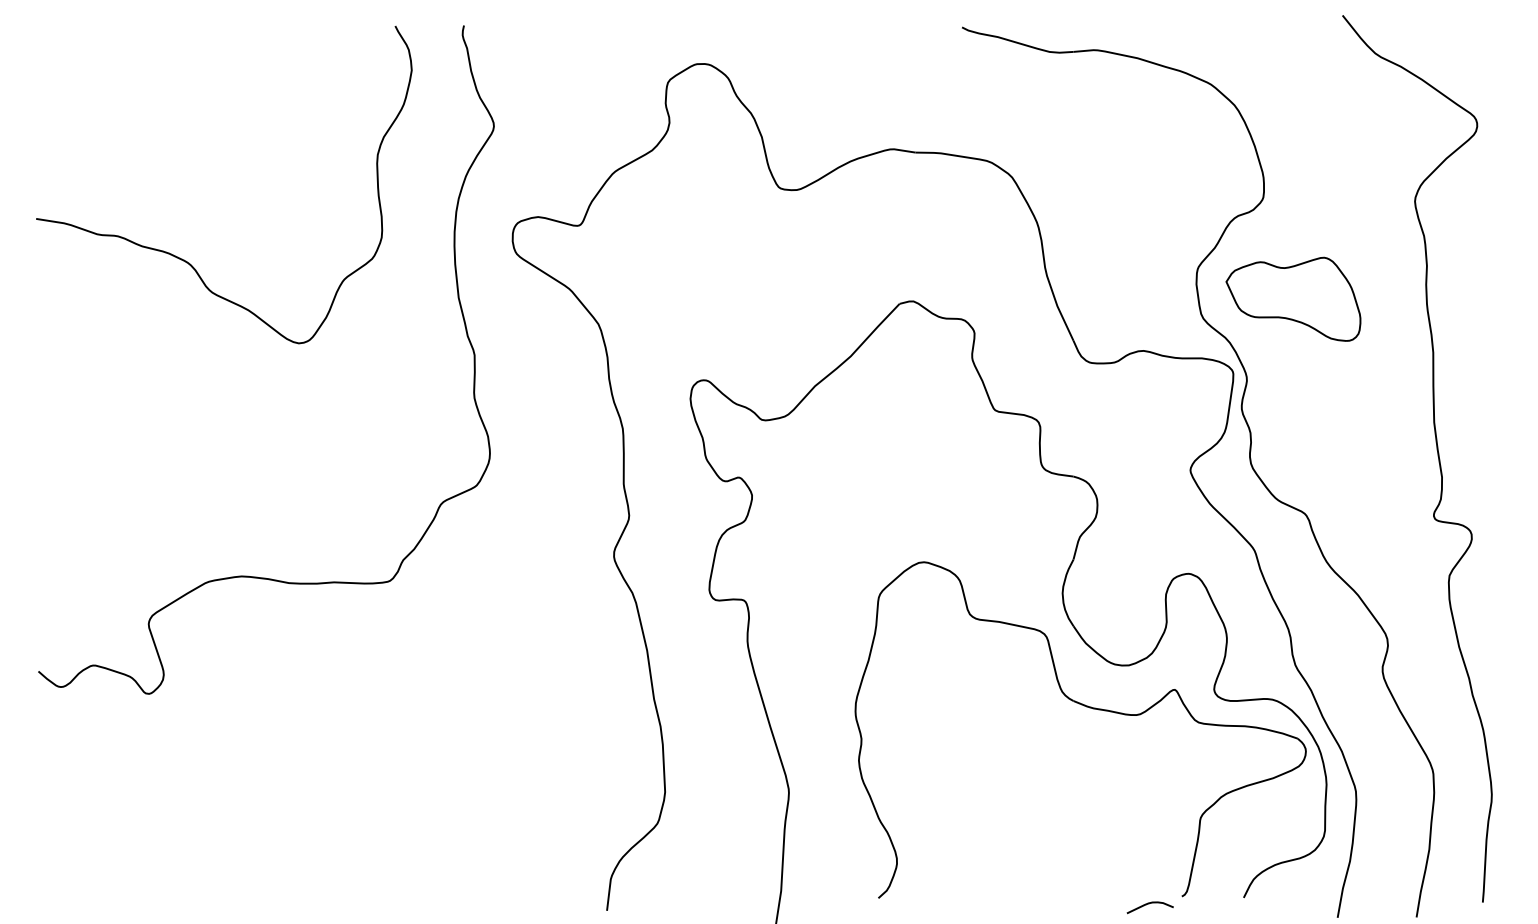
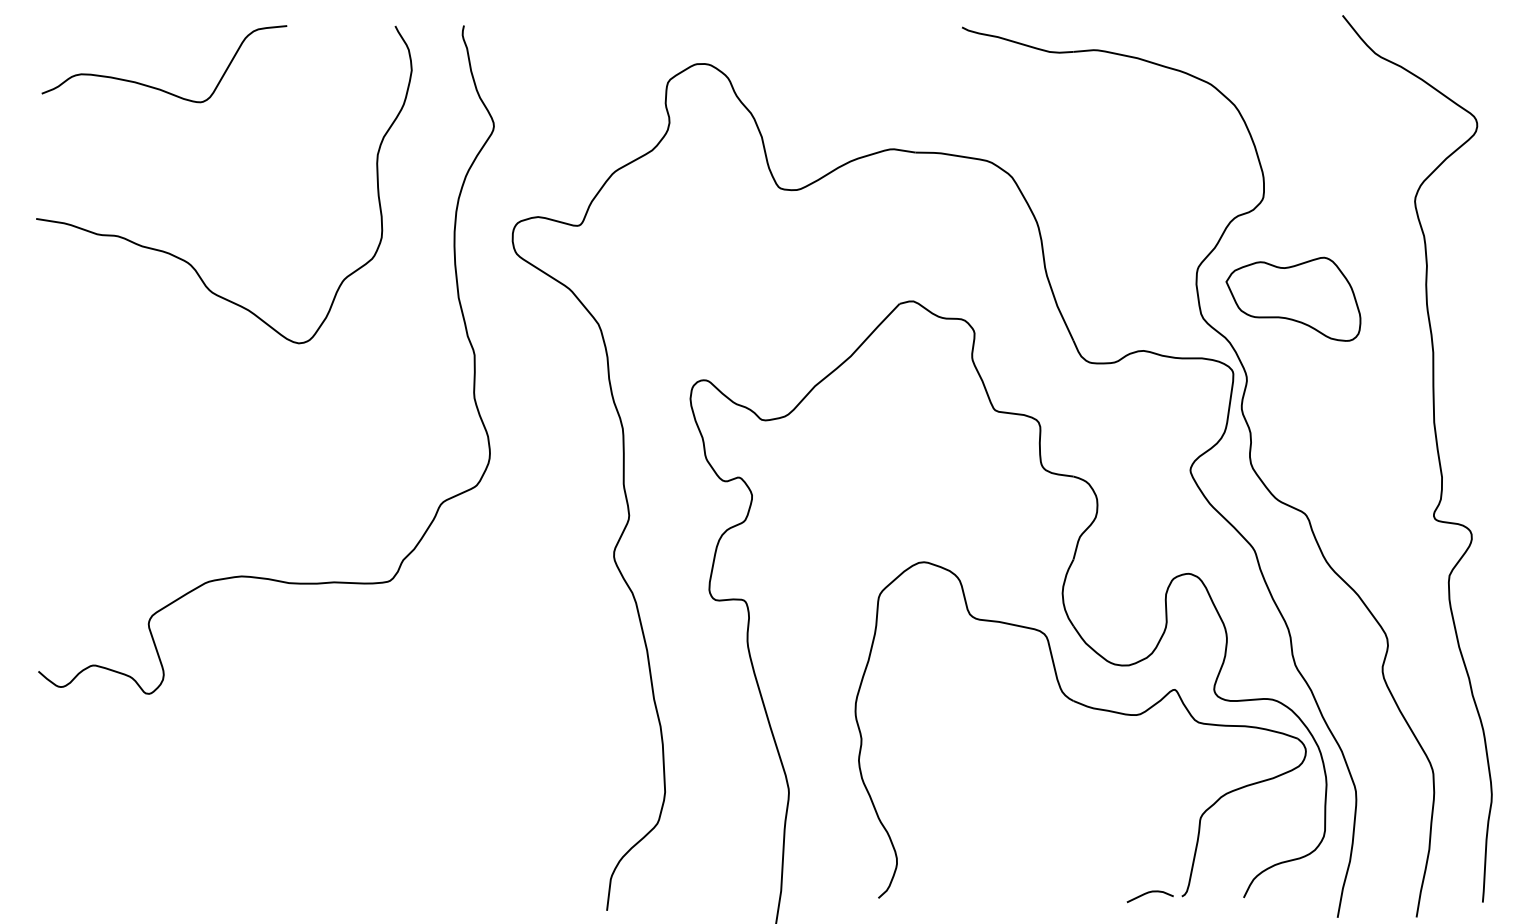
curve at (160, 88): none -> present
curve at (1149, 904) position: (1149, 904) -> (1149, 893)
